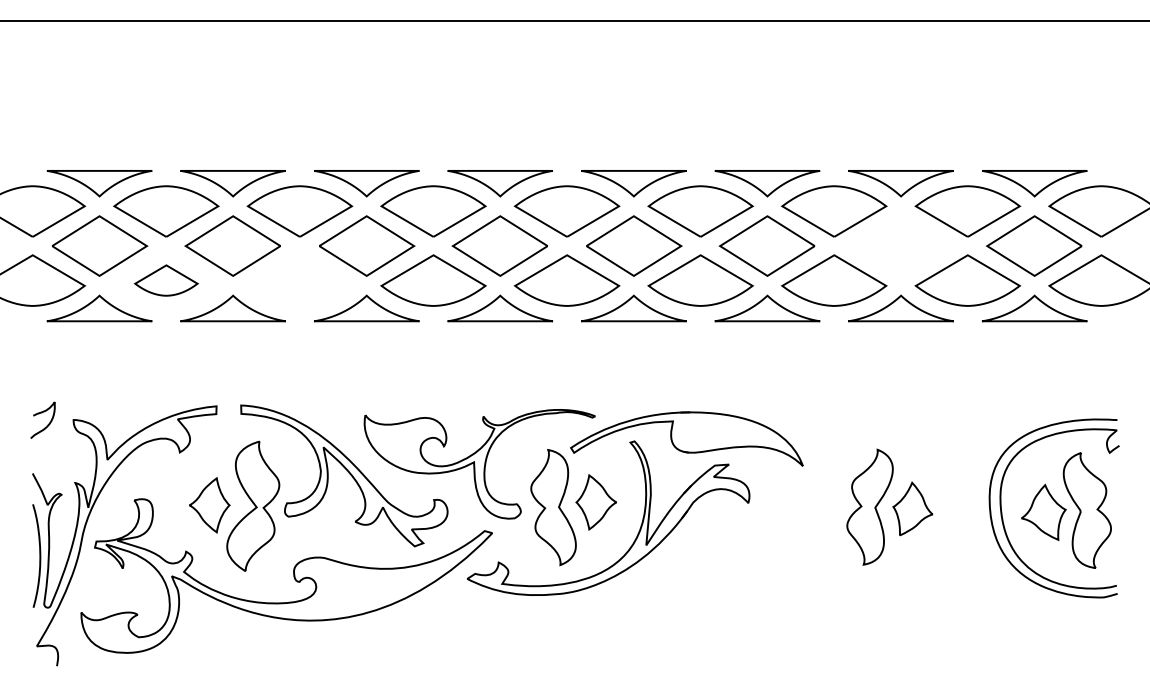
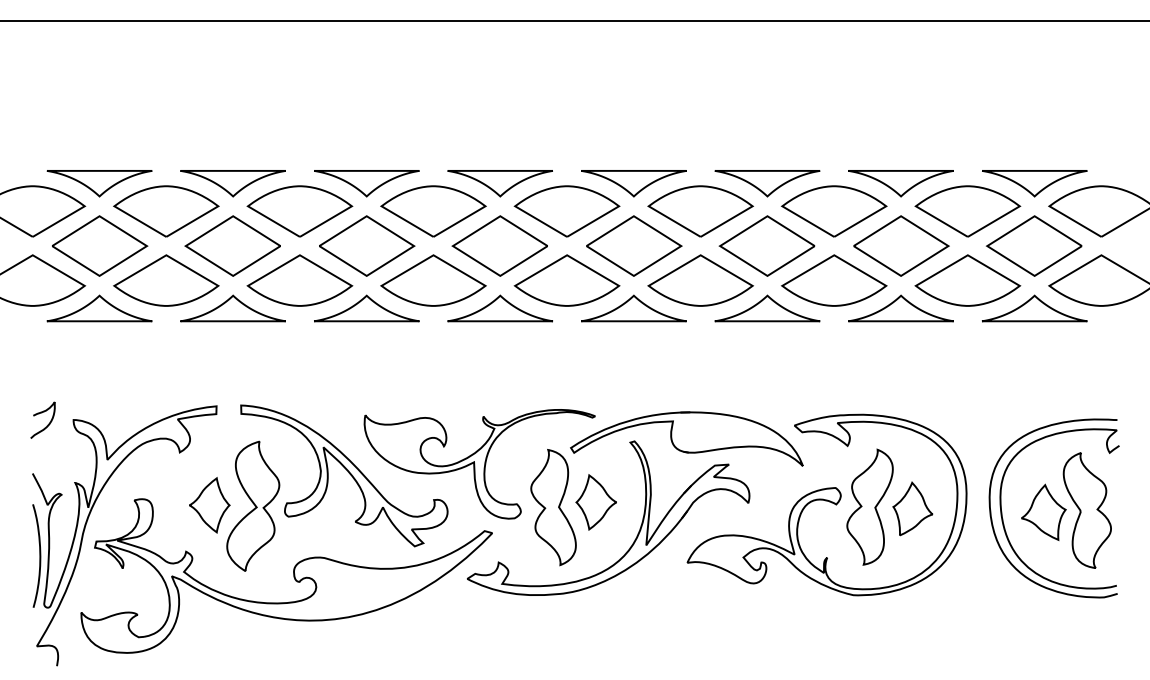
part at (901, 245): none -> present
part at (165, 280) size: 66x33 px -> 107x53 px
part at (299, 280): none -> present
part at (826, 504): none -> present
